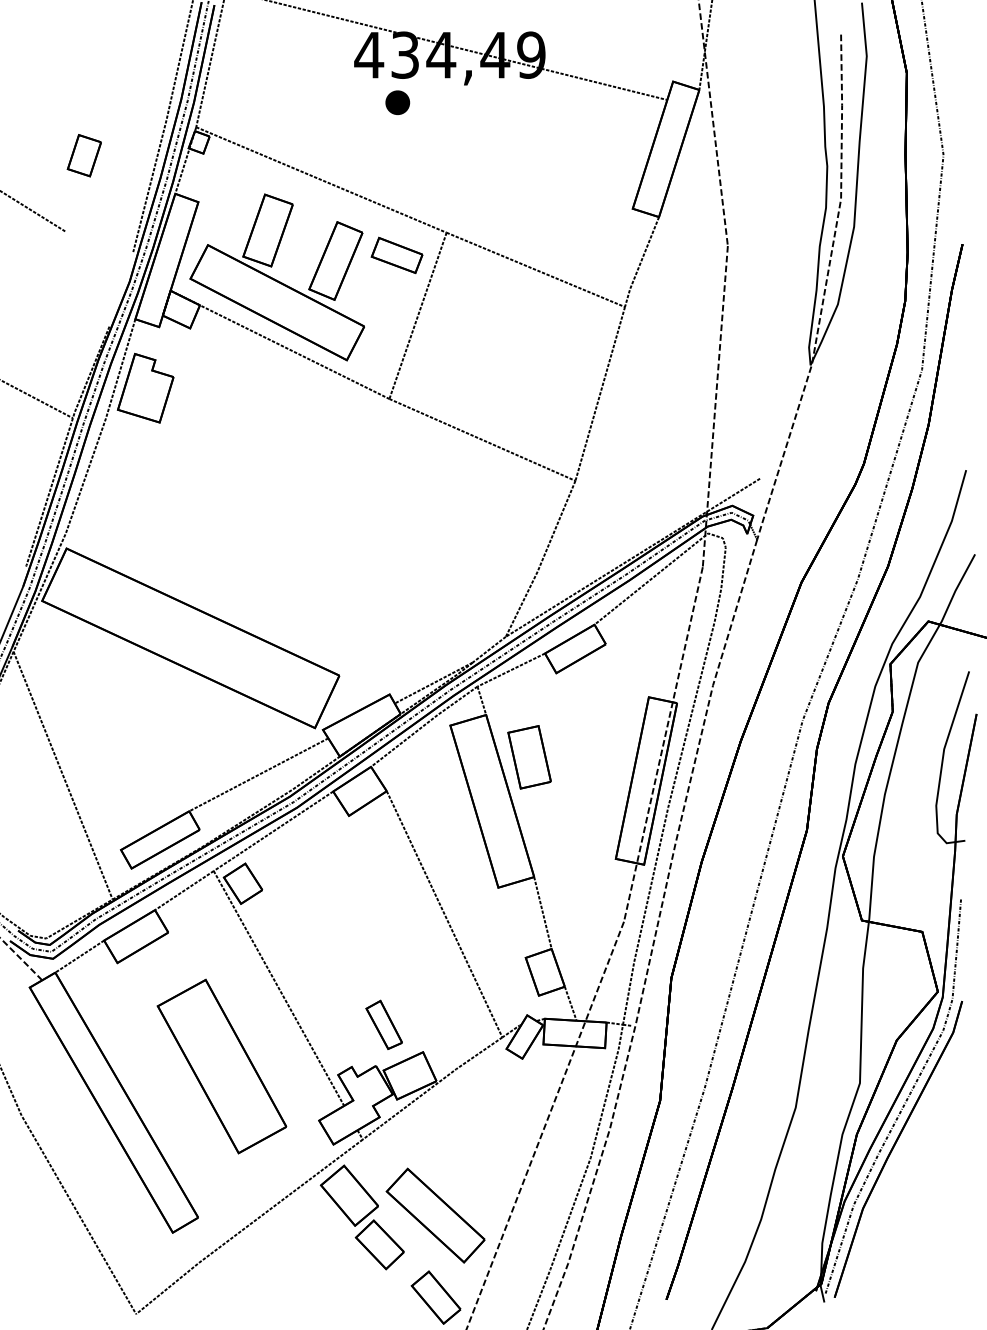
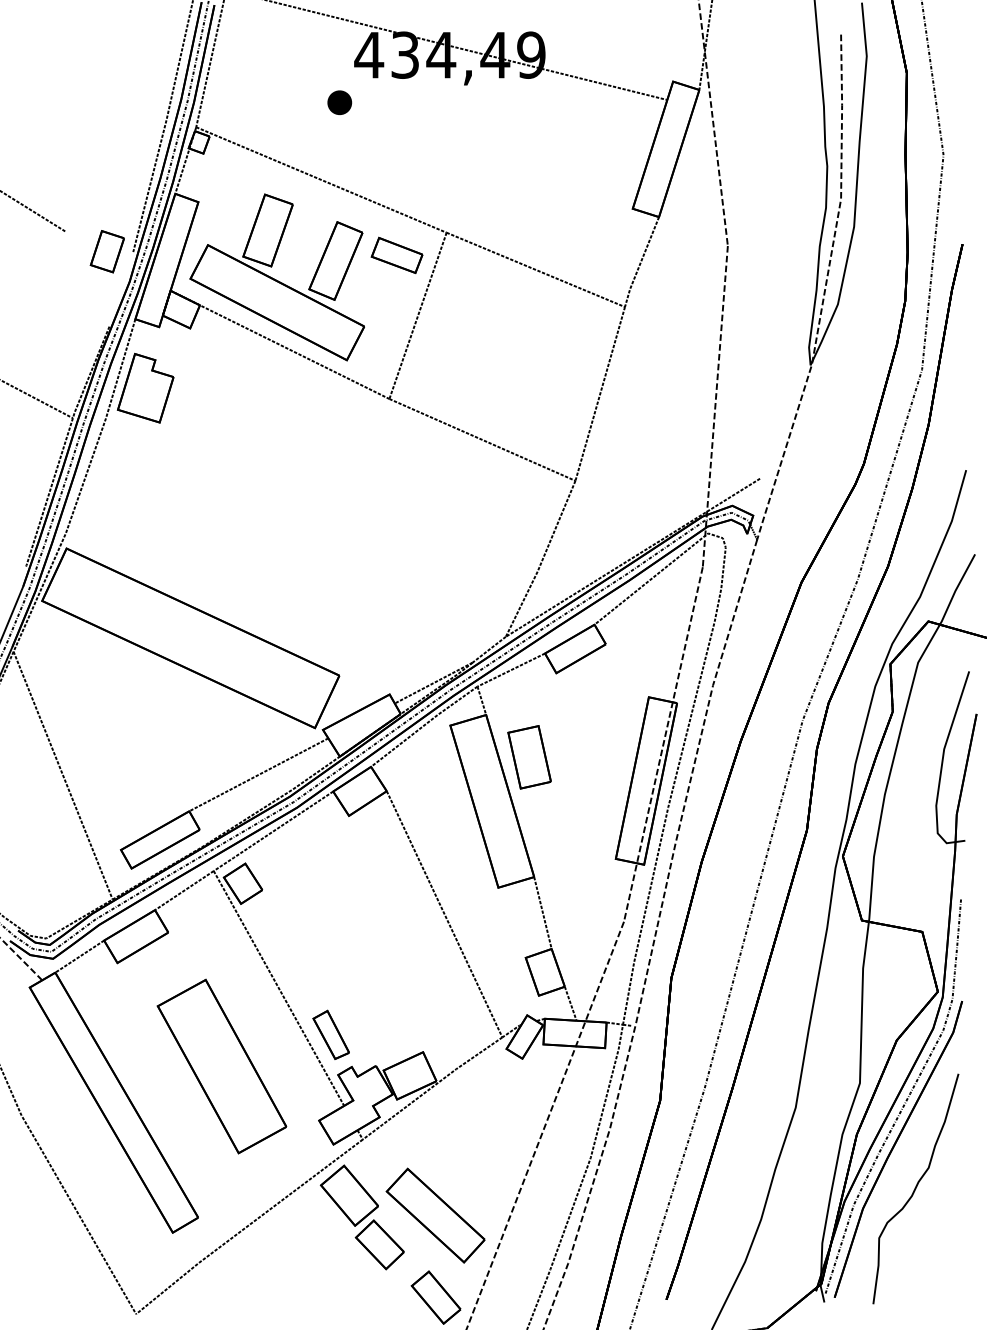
part at (397, 102) position: (397, 102) -> (339, 102)
part at (83, 155) position: (83, 155) -> (106, 251)
part at (383, 1024) position: (383, 1024) -> (330, 1034)
curve at (915, 1188): none -> present
